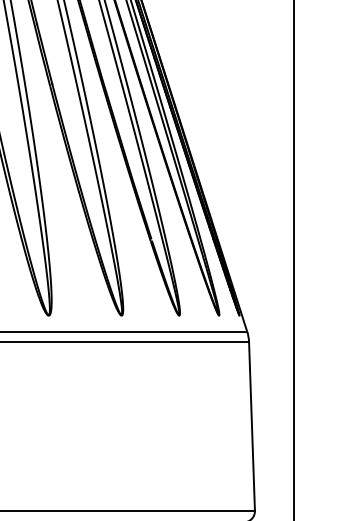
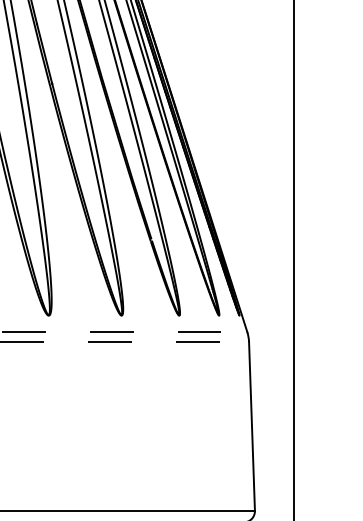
line at (124, 332): solid -> dashed
line at (125, 342): solid -> dashed
